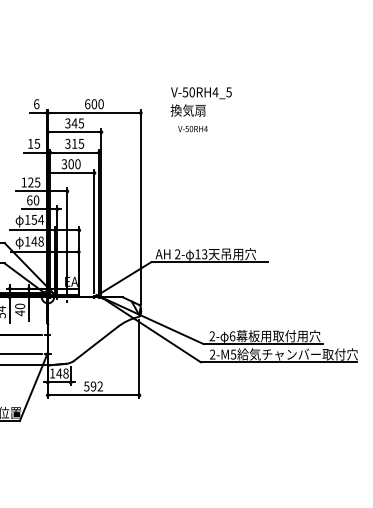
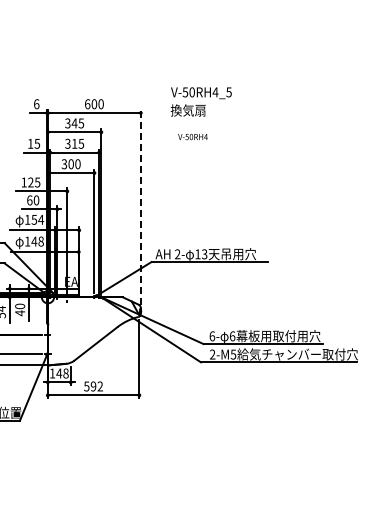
text at (192, 128) position: (192, 128) -> (192, 136)
line at (140, 207): solid -> dashed
text at (212, 336): 2- -> 6-
